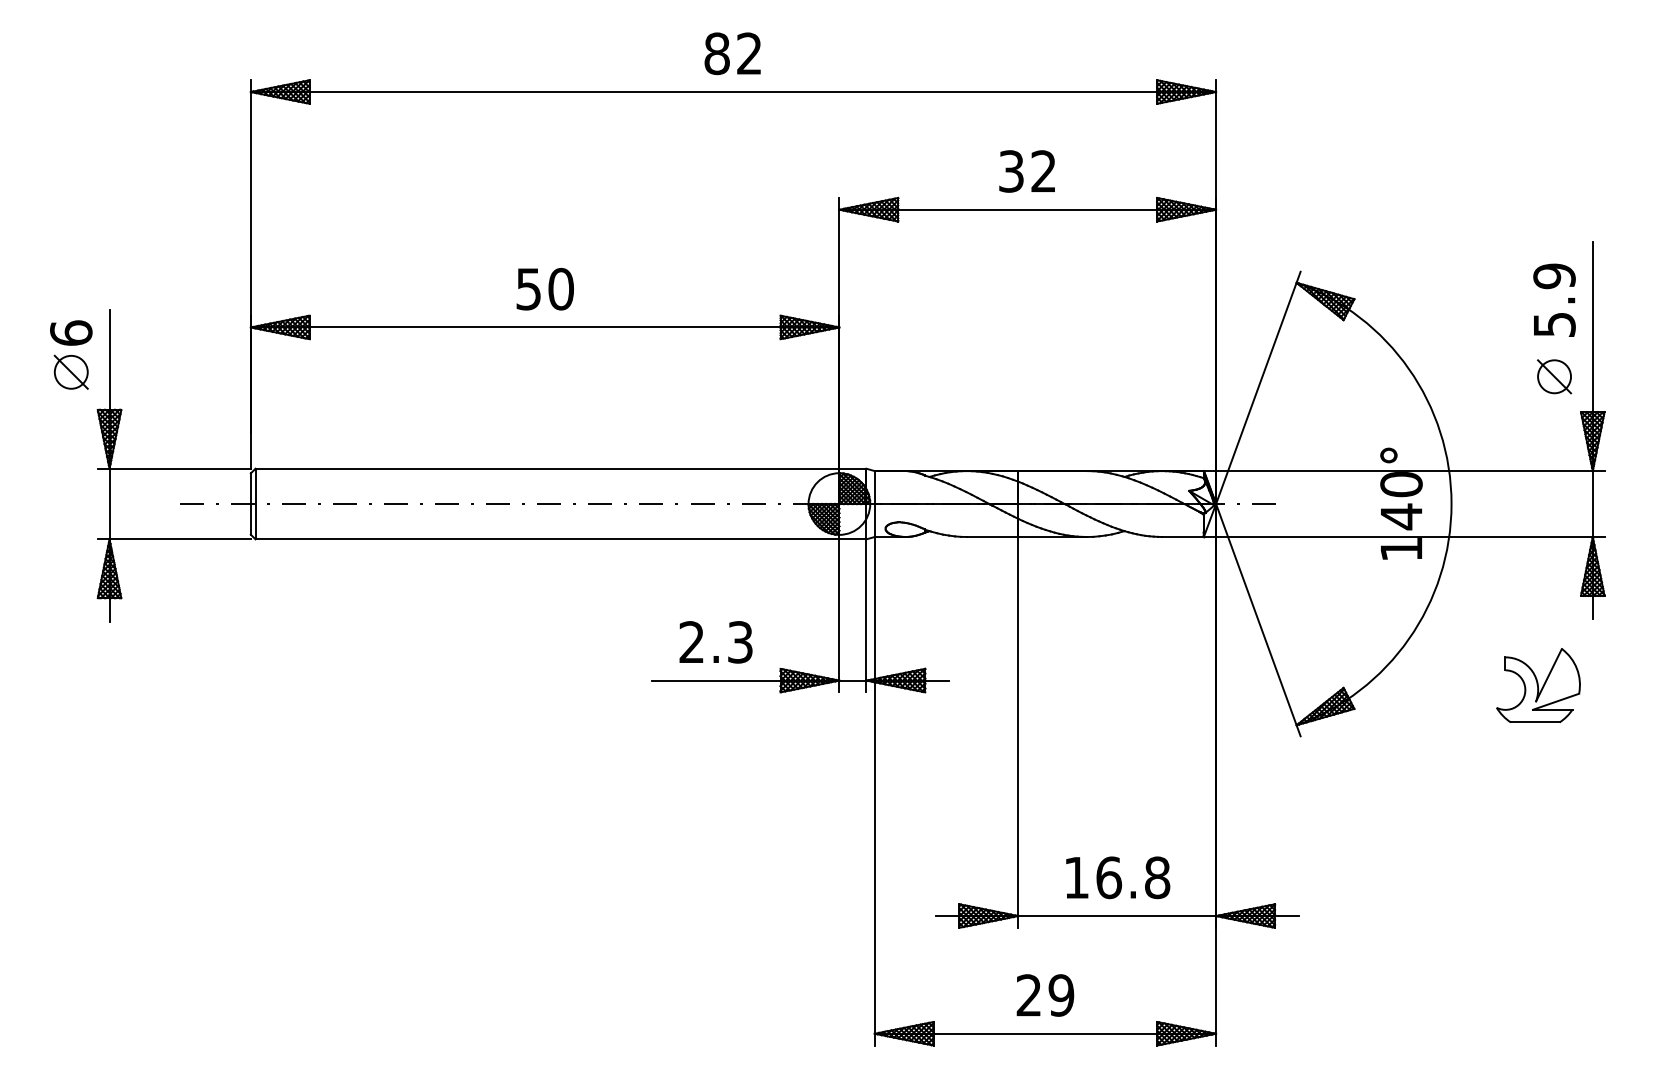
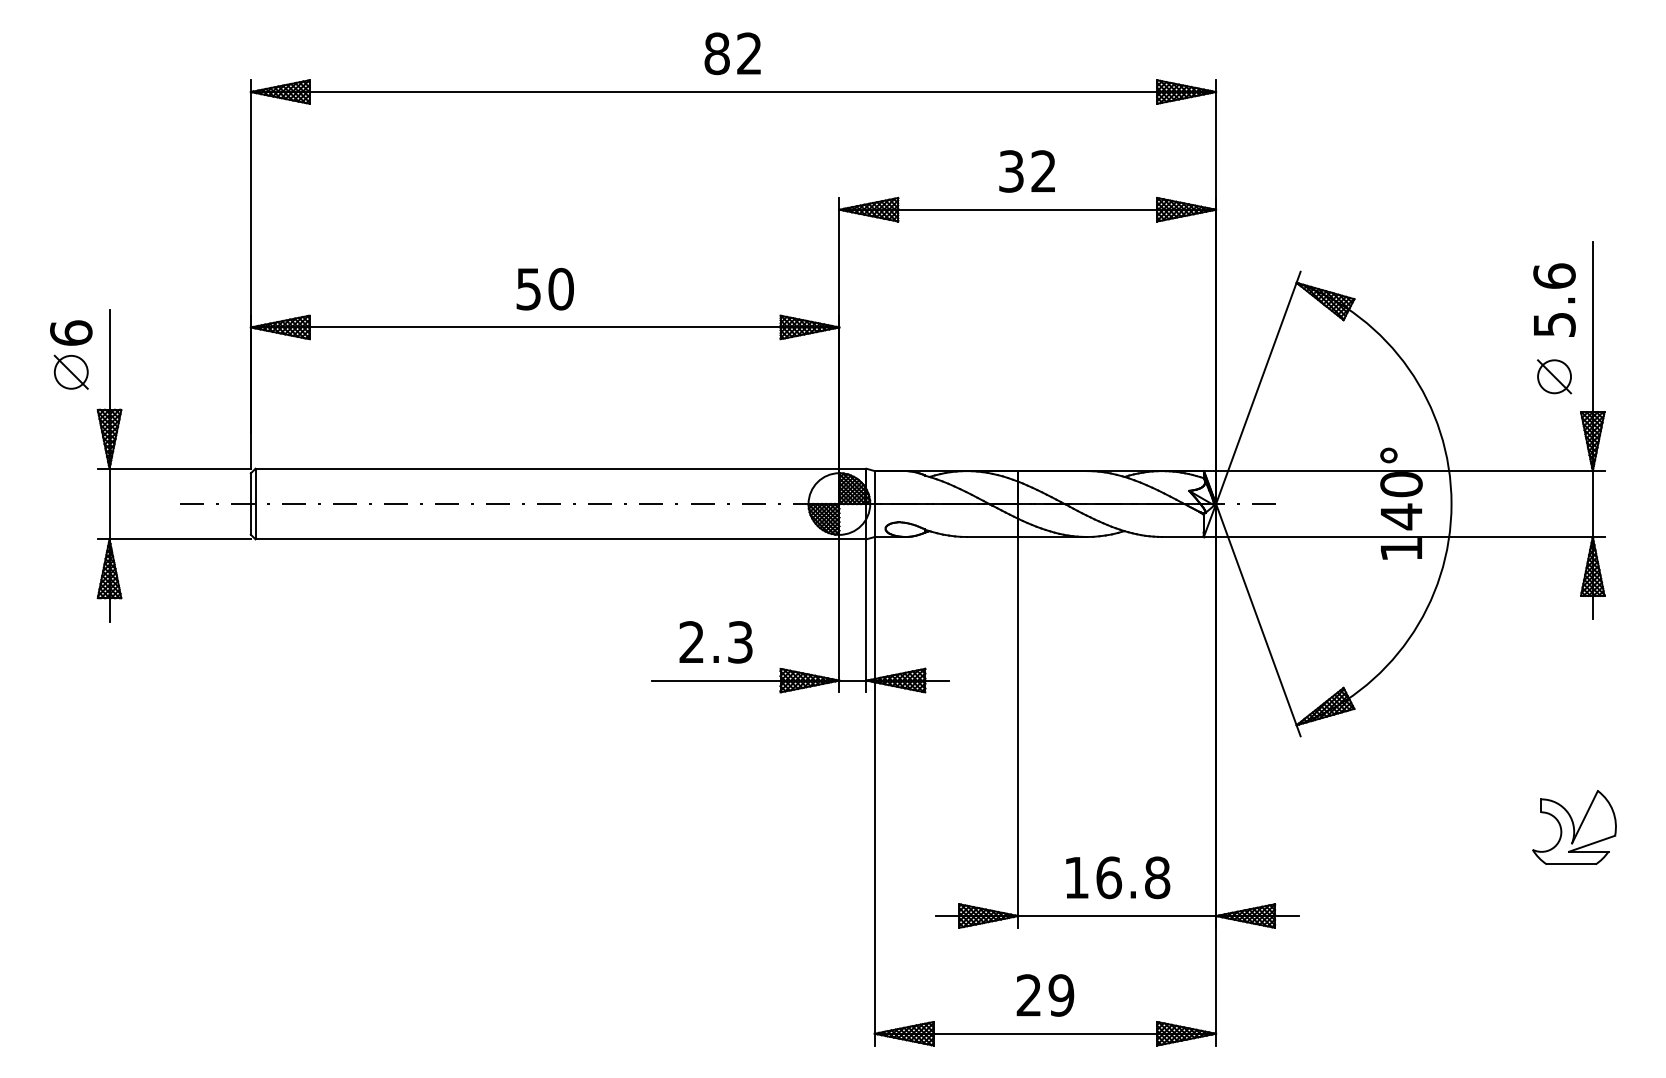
text at (1554, 276): 5.9 -> 5.6
part at (1538, 685) position: (1538, 685) -> (1574, 827)
